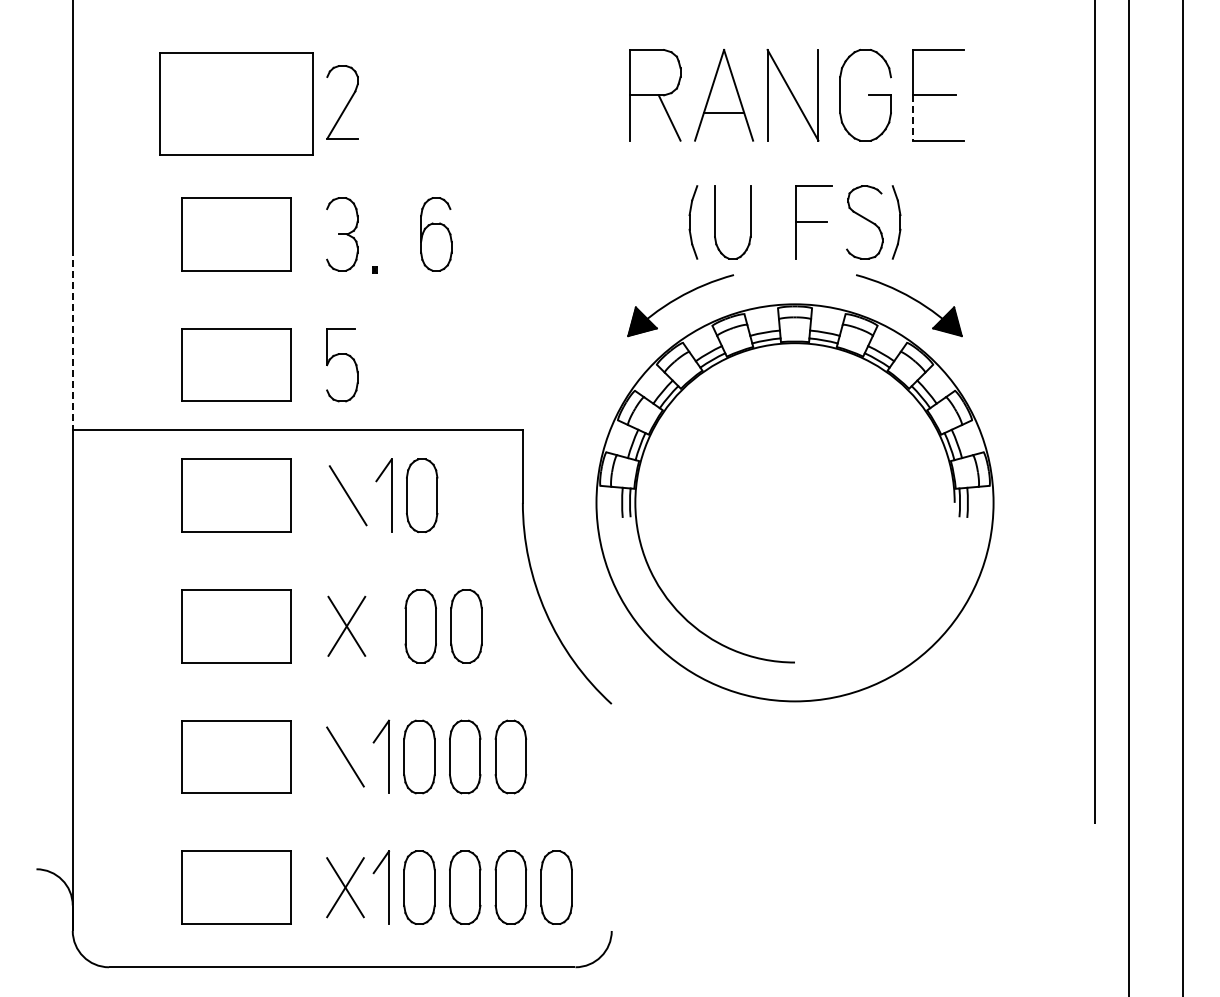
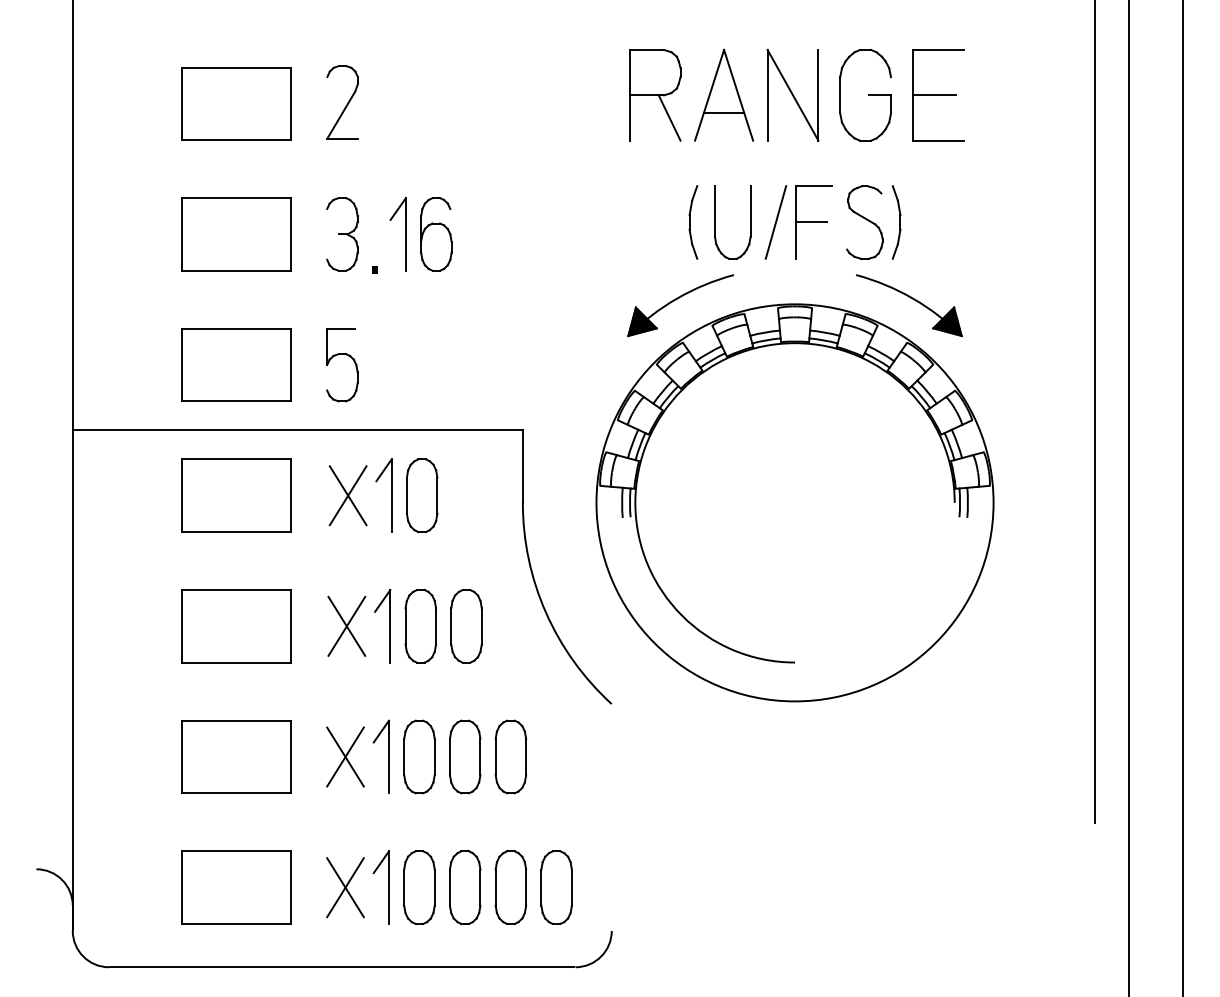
part at (236, 103) size: 155x104 px -> 111x74 px
line at (912, 118): dashed -> solid
line at (775, 222): none -> present
part at (405, 234): none -> present
line at (72, 339): dashed -> solid
line at (347, 495): none -> present
part at (389, 626): none -> present
line at (345, 756): none -> present
